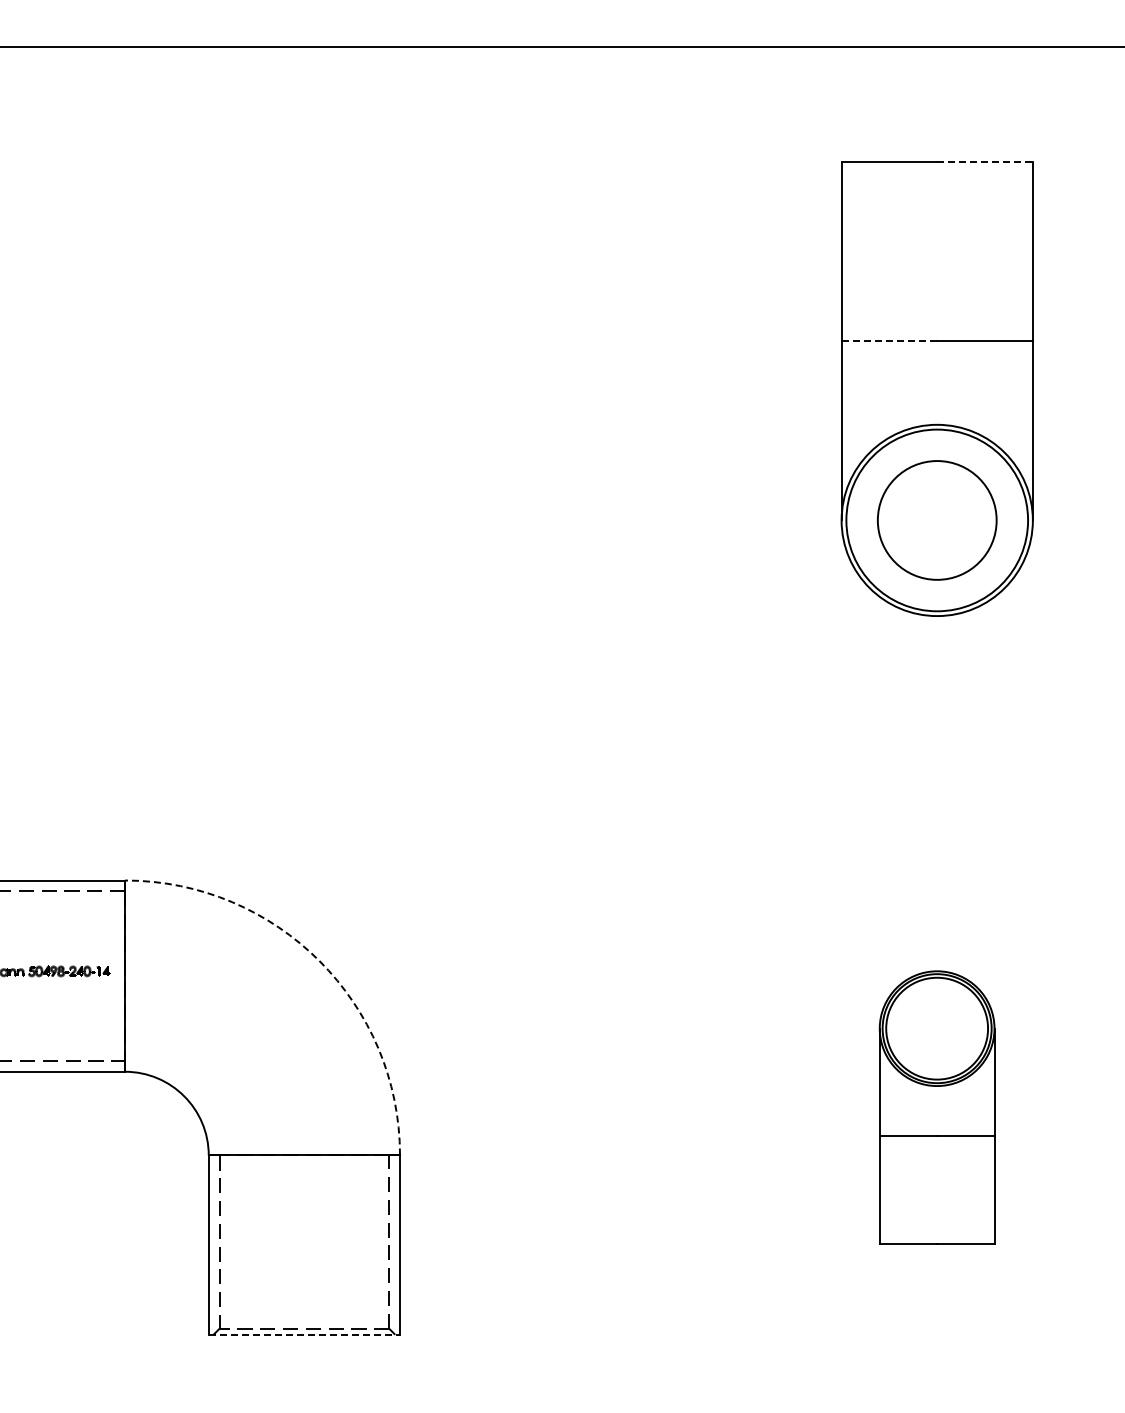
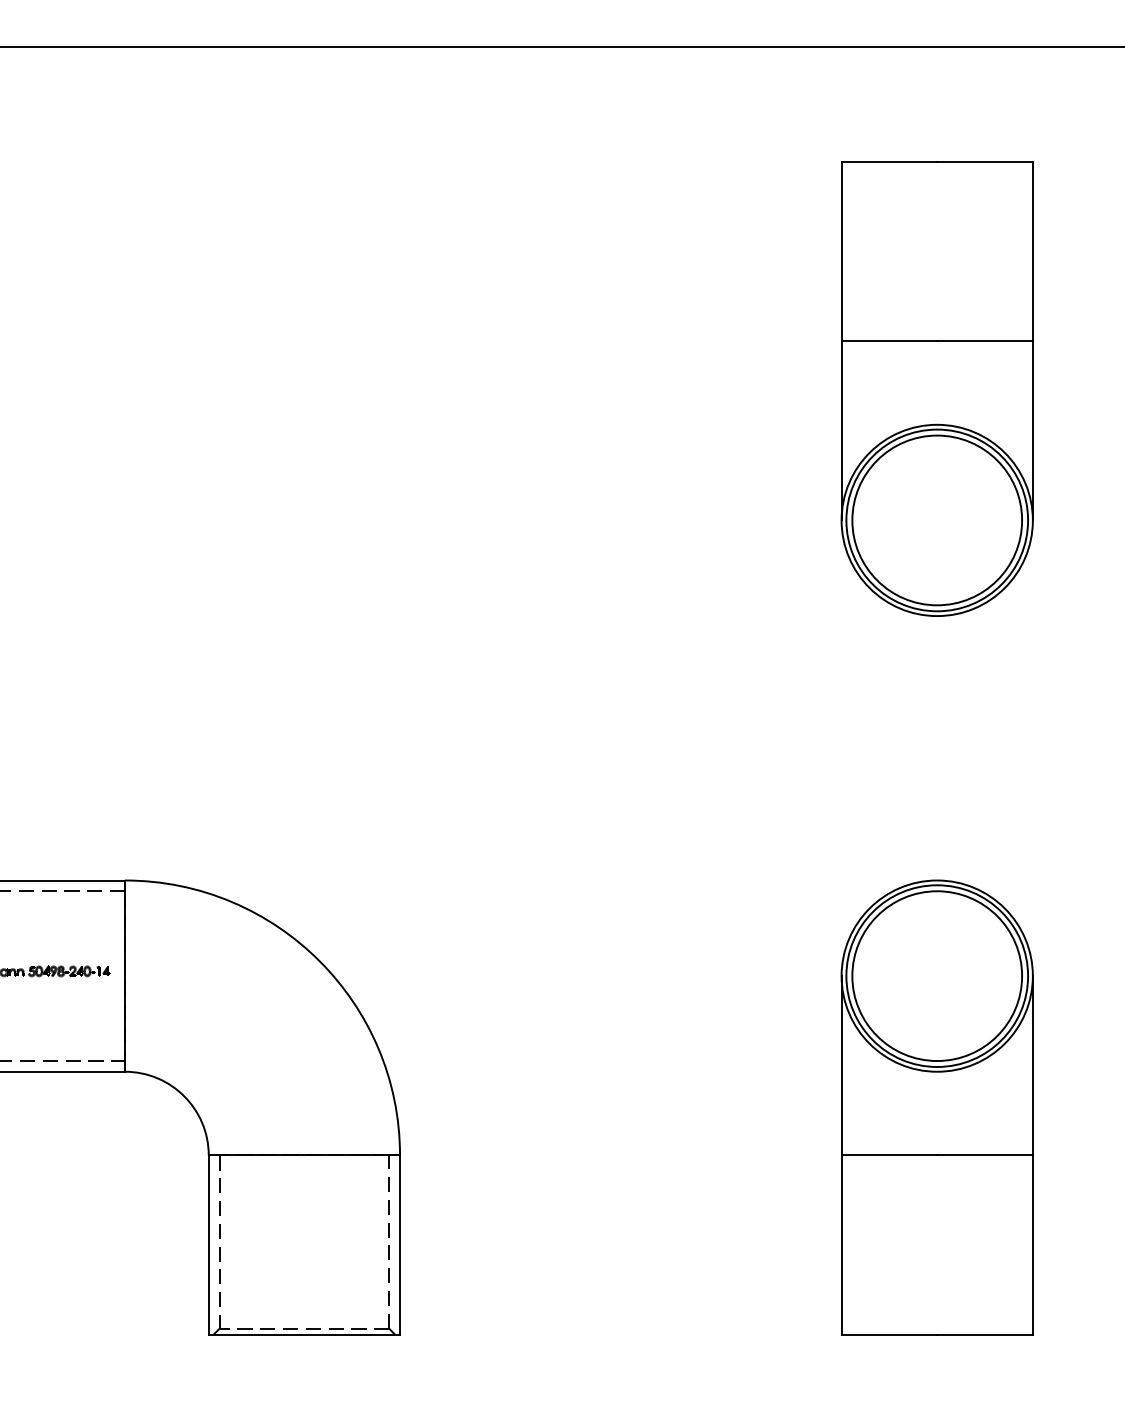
line at (985, 161): dashed -> solid
line at (889, 341): dashed -> solid
circle at (936, 520) diameter: 119 px -> 170 px
arc at (319, 961): dashed -> solid
part at (936, 1107) size: 118x275 px -> 194x457 px
line at (304, 1334): dashed -> solid
